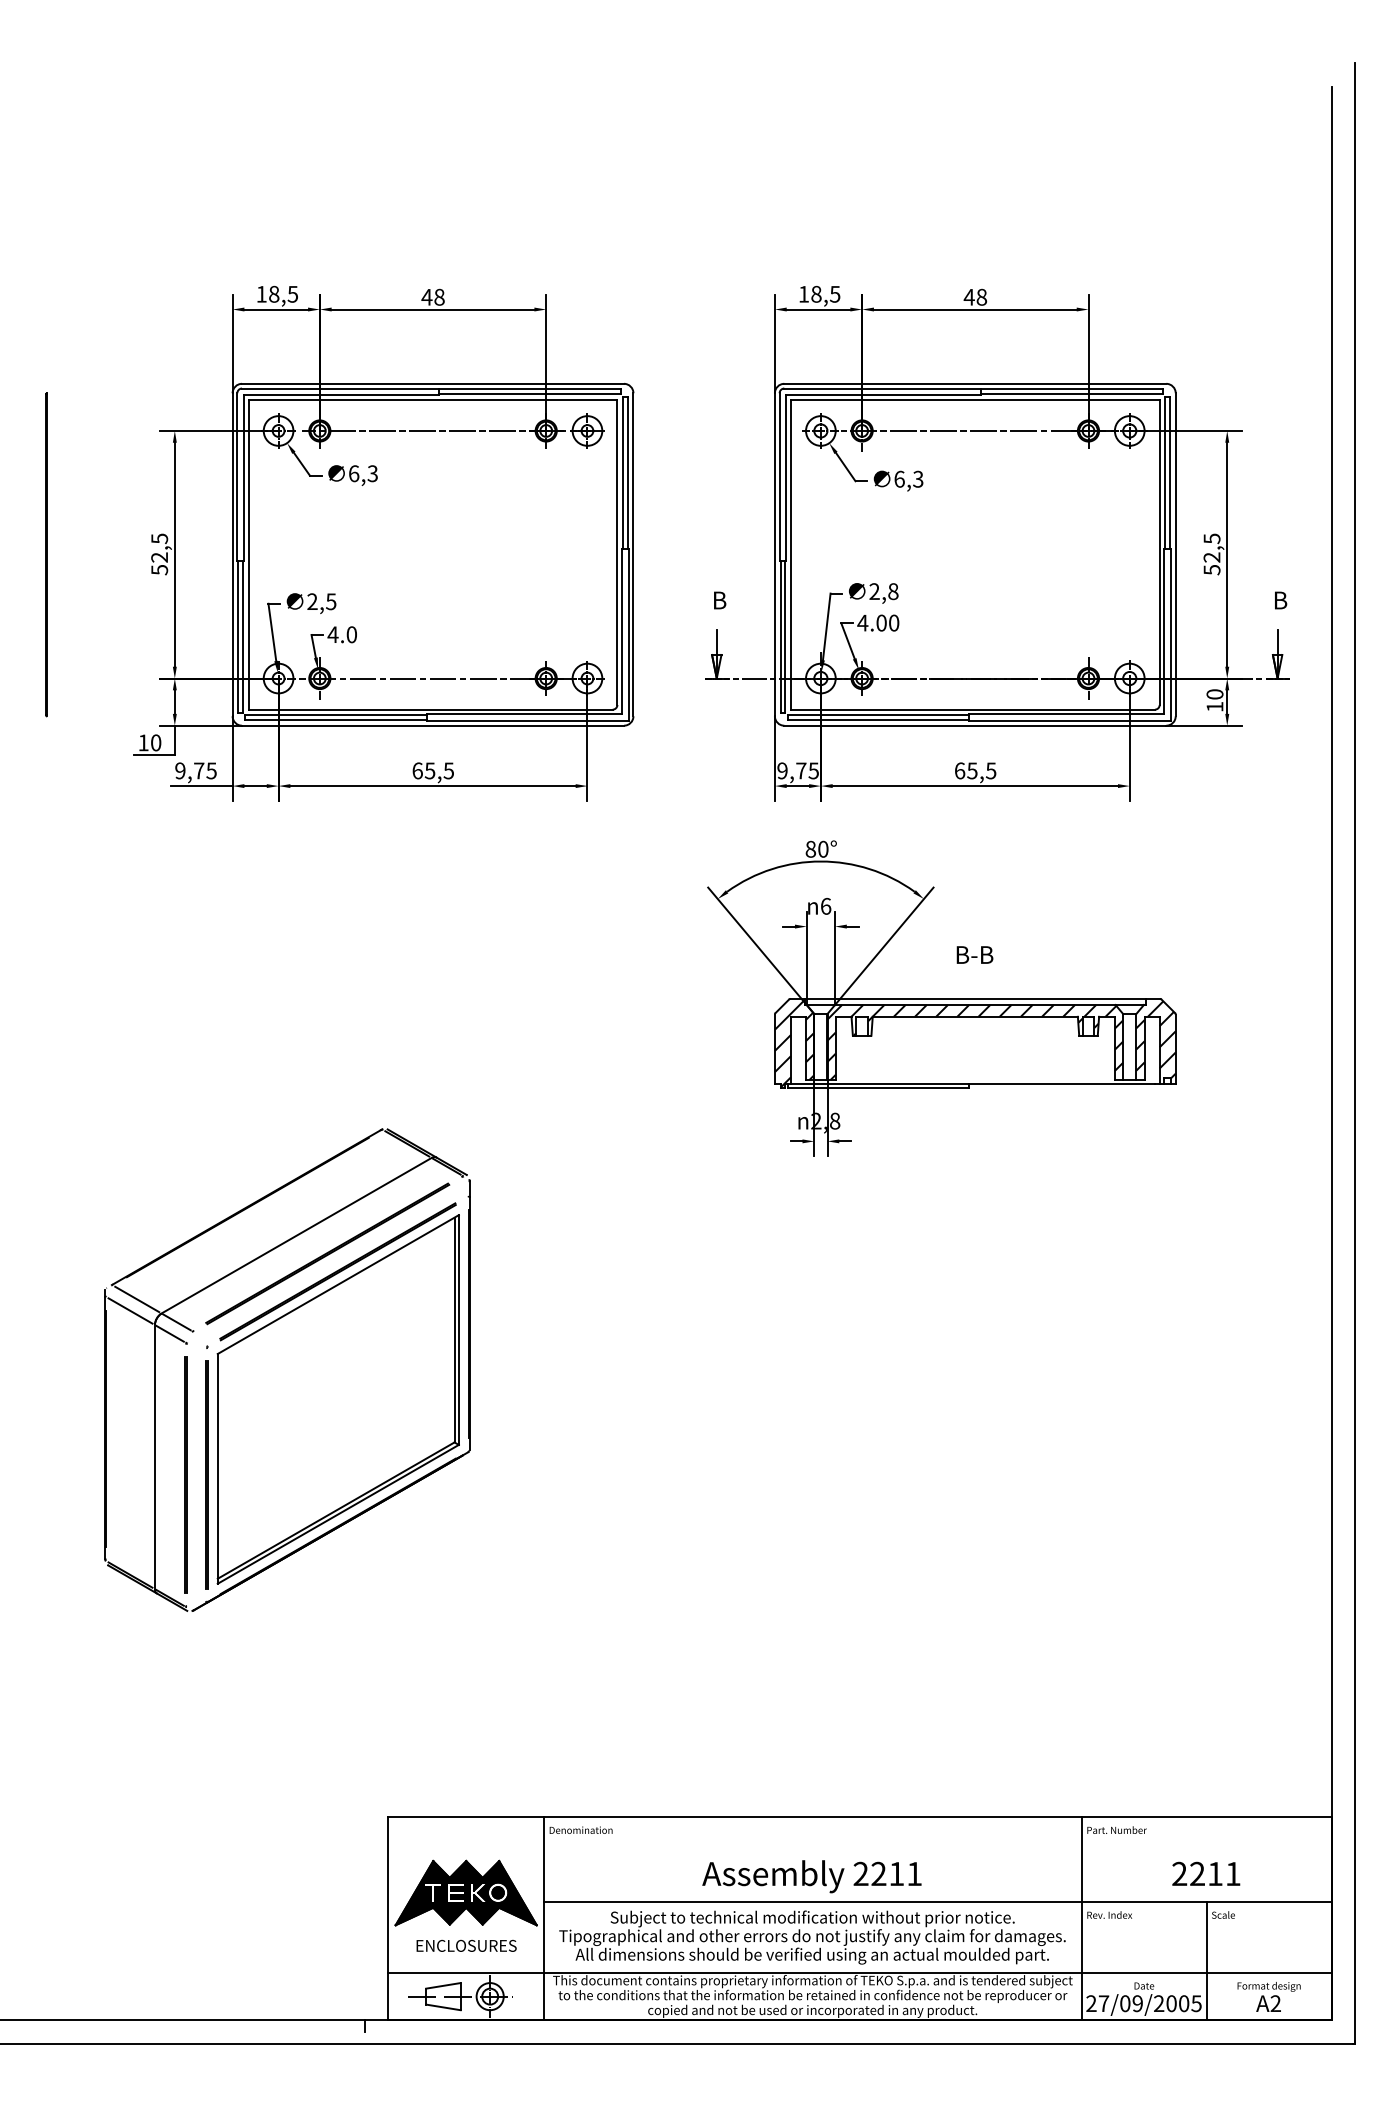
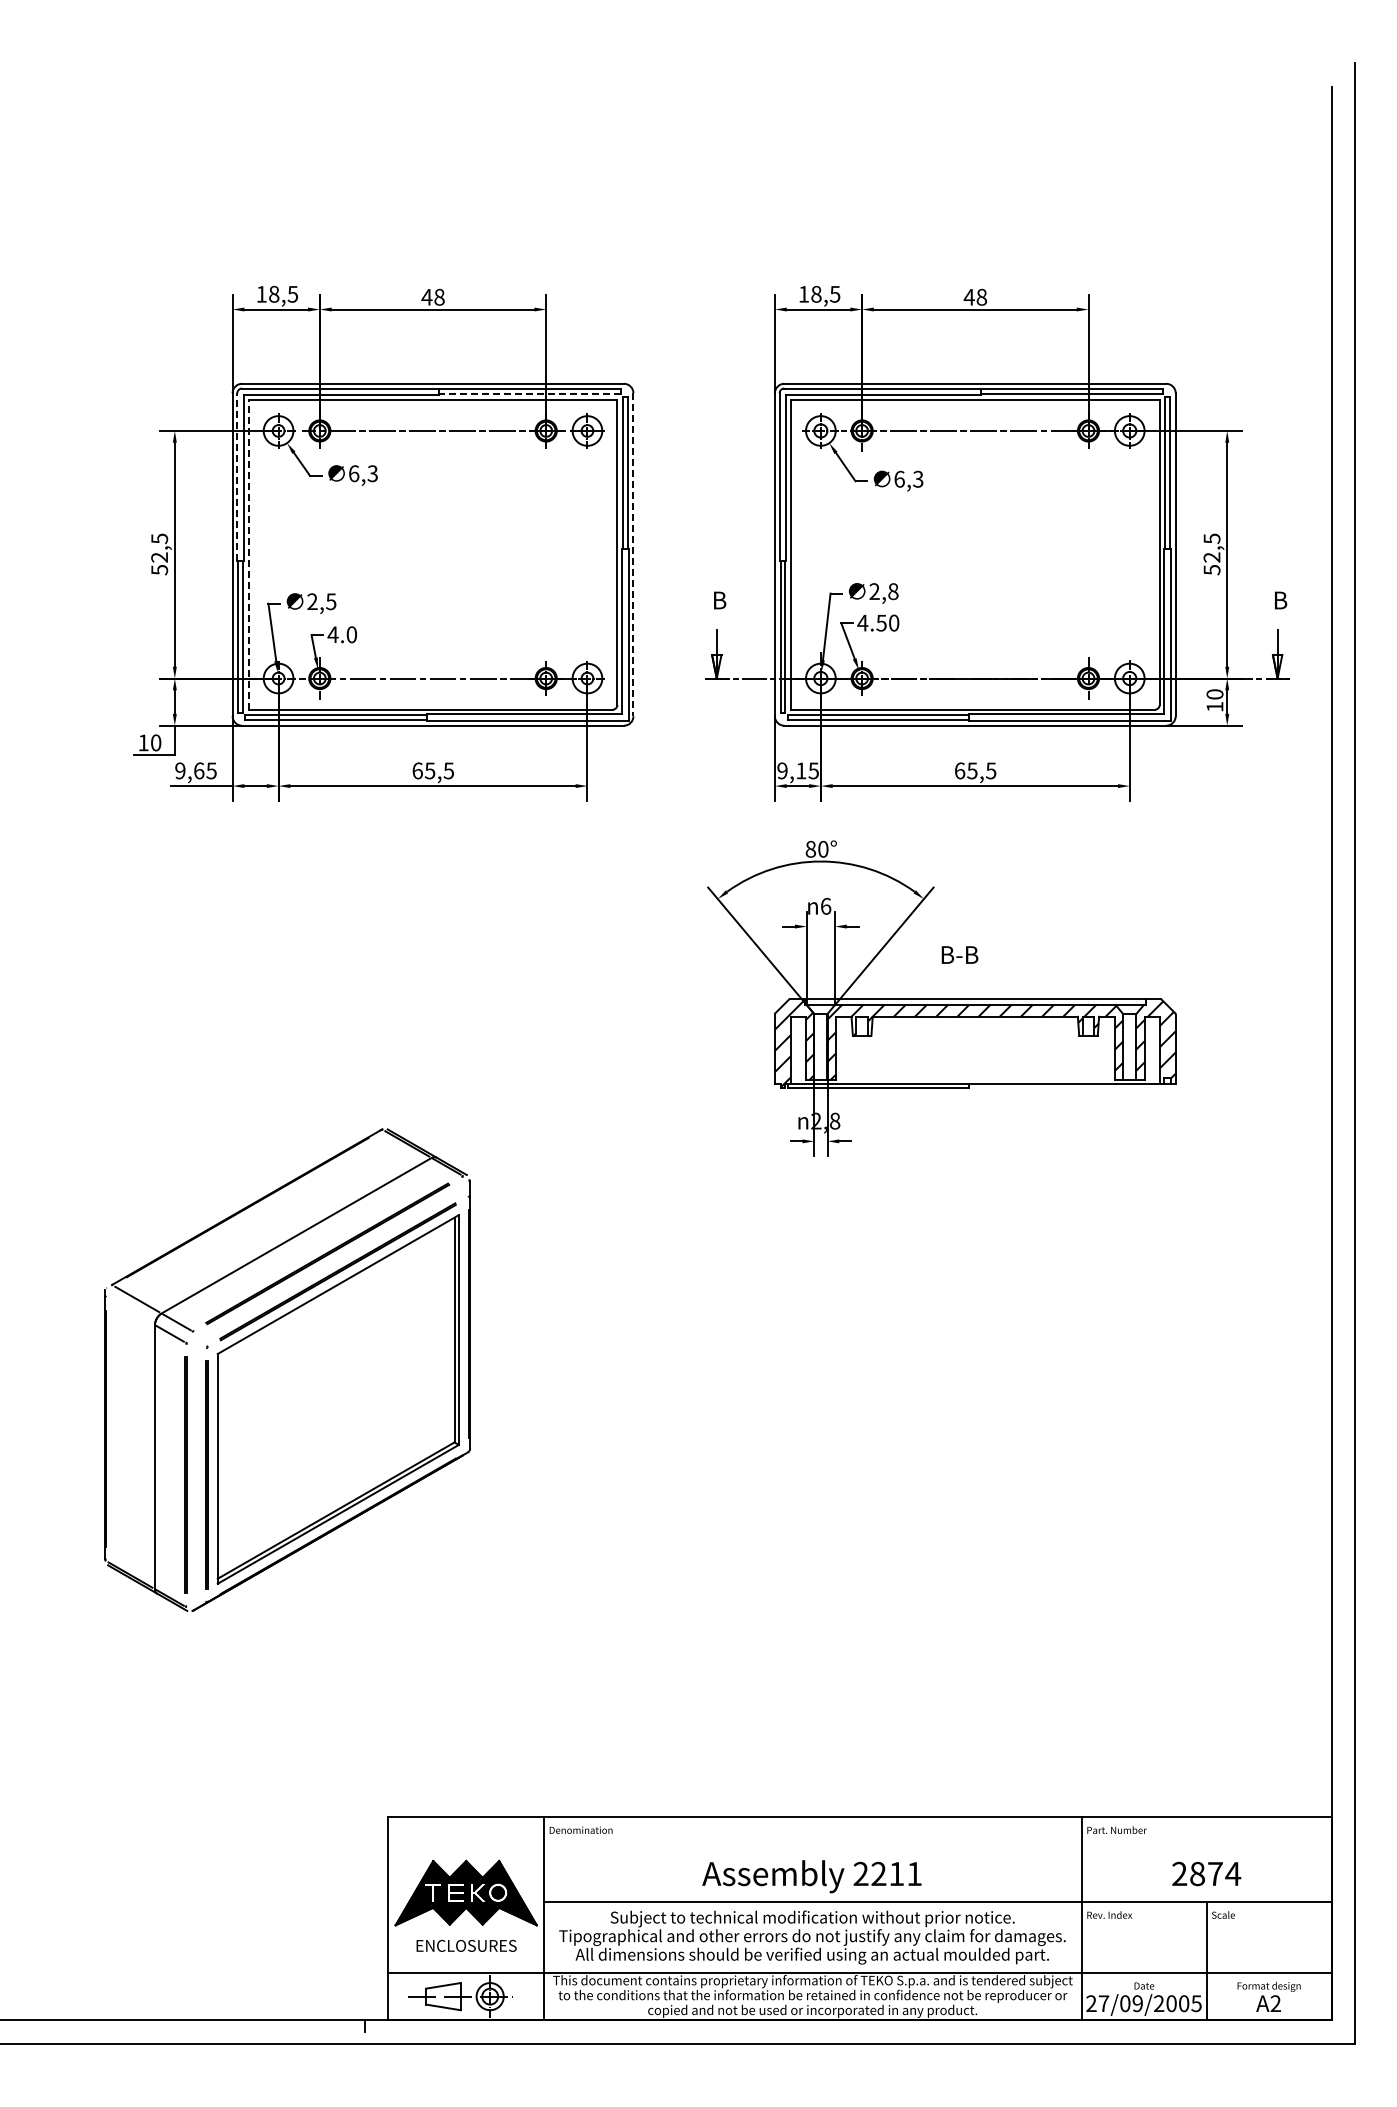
line at (529, 394): solid -> dashed
line at (237, 476): solid -> dashed
line at (46, 554): present -> none
line at (248, 554): solid -> dashed
line at (633, 554): solid -> dashed
text at (881, 622): 4.00 -> 4.50
text at (199, 770): 9,75 -> 9,65
text at (801, 770): 9,75 -> 9,15
text at (974, 954) position: (974, 954) -> (959, 954)
line at (130, 1310): present -> none
text at (1215, 1873): 2211 -> 2874
